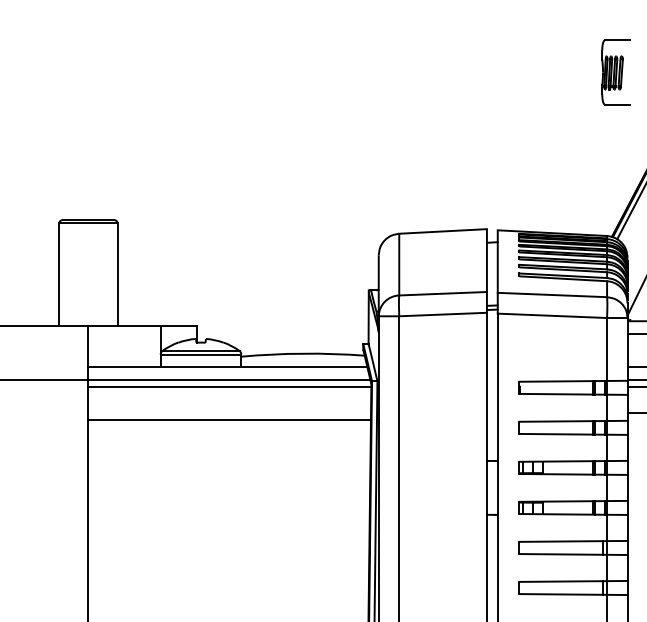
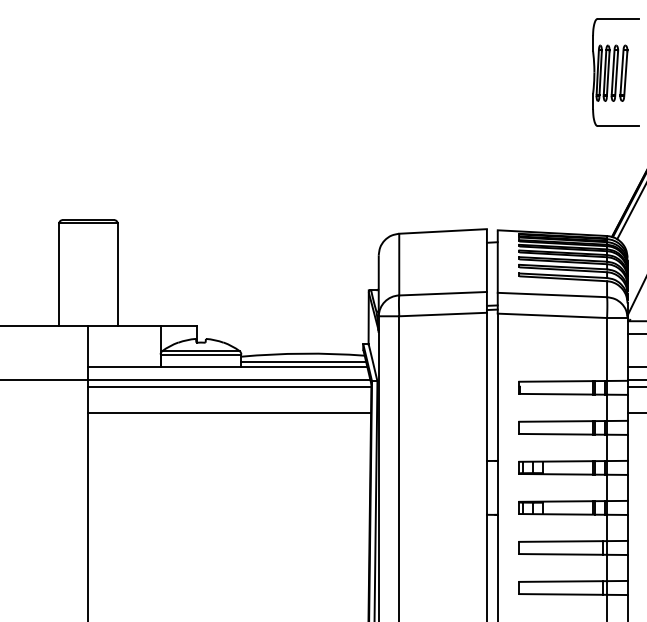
part at (615, 72) size: 30x67 px -> 48x109 px
line at (304, 362): none -> present
line at (229, 420) position: (229, 420) -> (229, 413)
